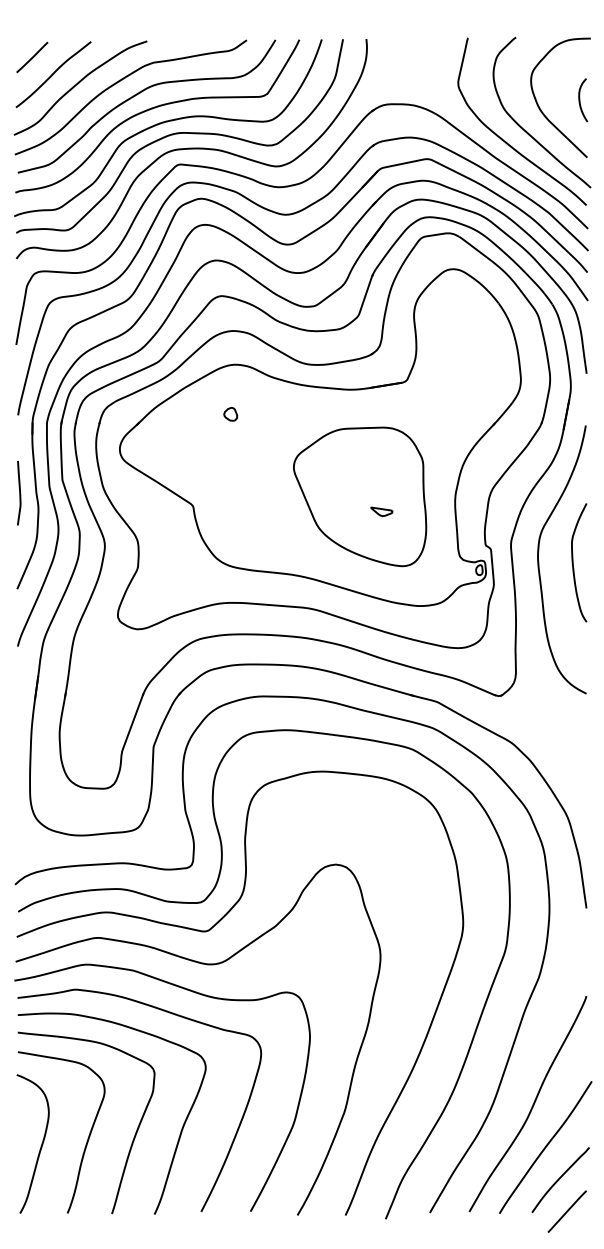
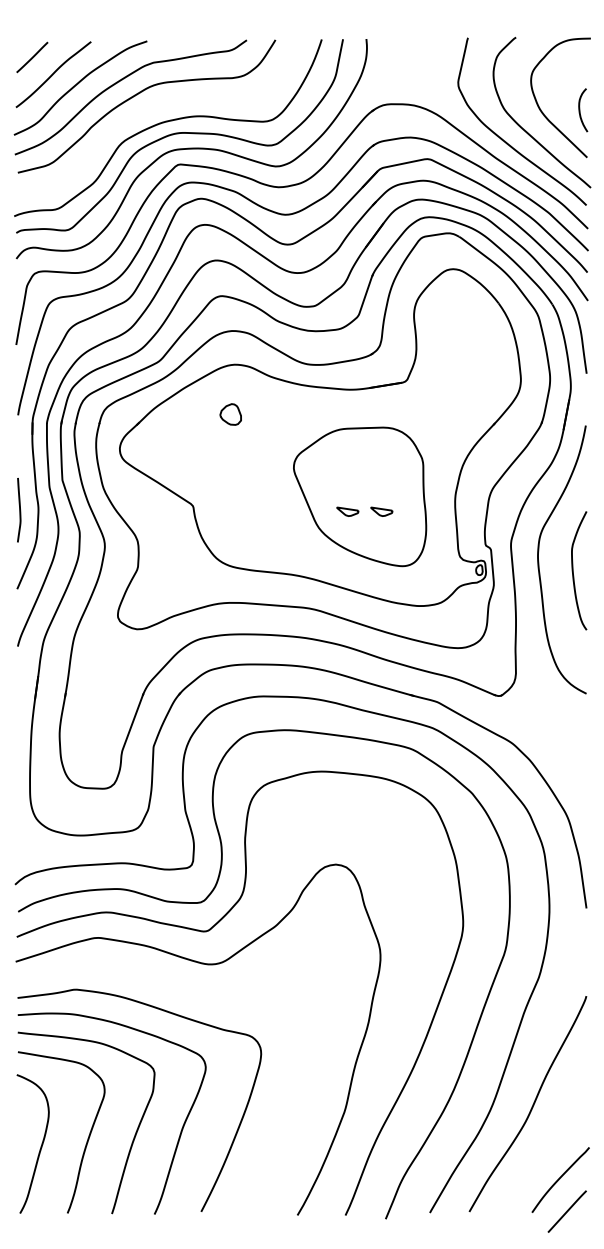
curve at (580, 100) position: (580, 100) -> (580, 110)
curve at (155, 108): present -> none
part at (230, 413) size: 15x16 px -> 23x23 px
curve at (19, 493) position: (19, 493) -> (19, 510)
part at (347, 511): none -> present
curve at (573, 562) position: (573, 562) -> (573, 570)
curve at (192, 992): present -> none
curve at (545, 1147): present -> none
